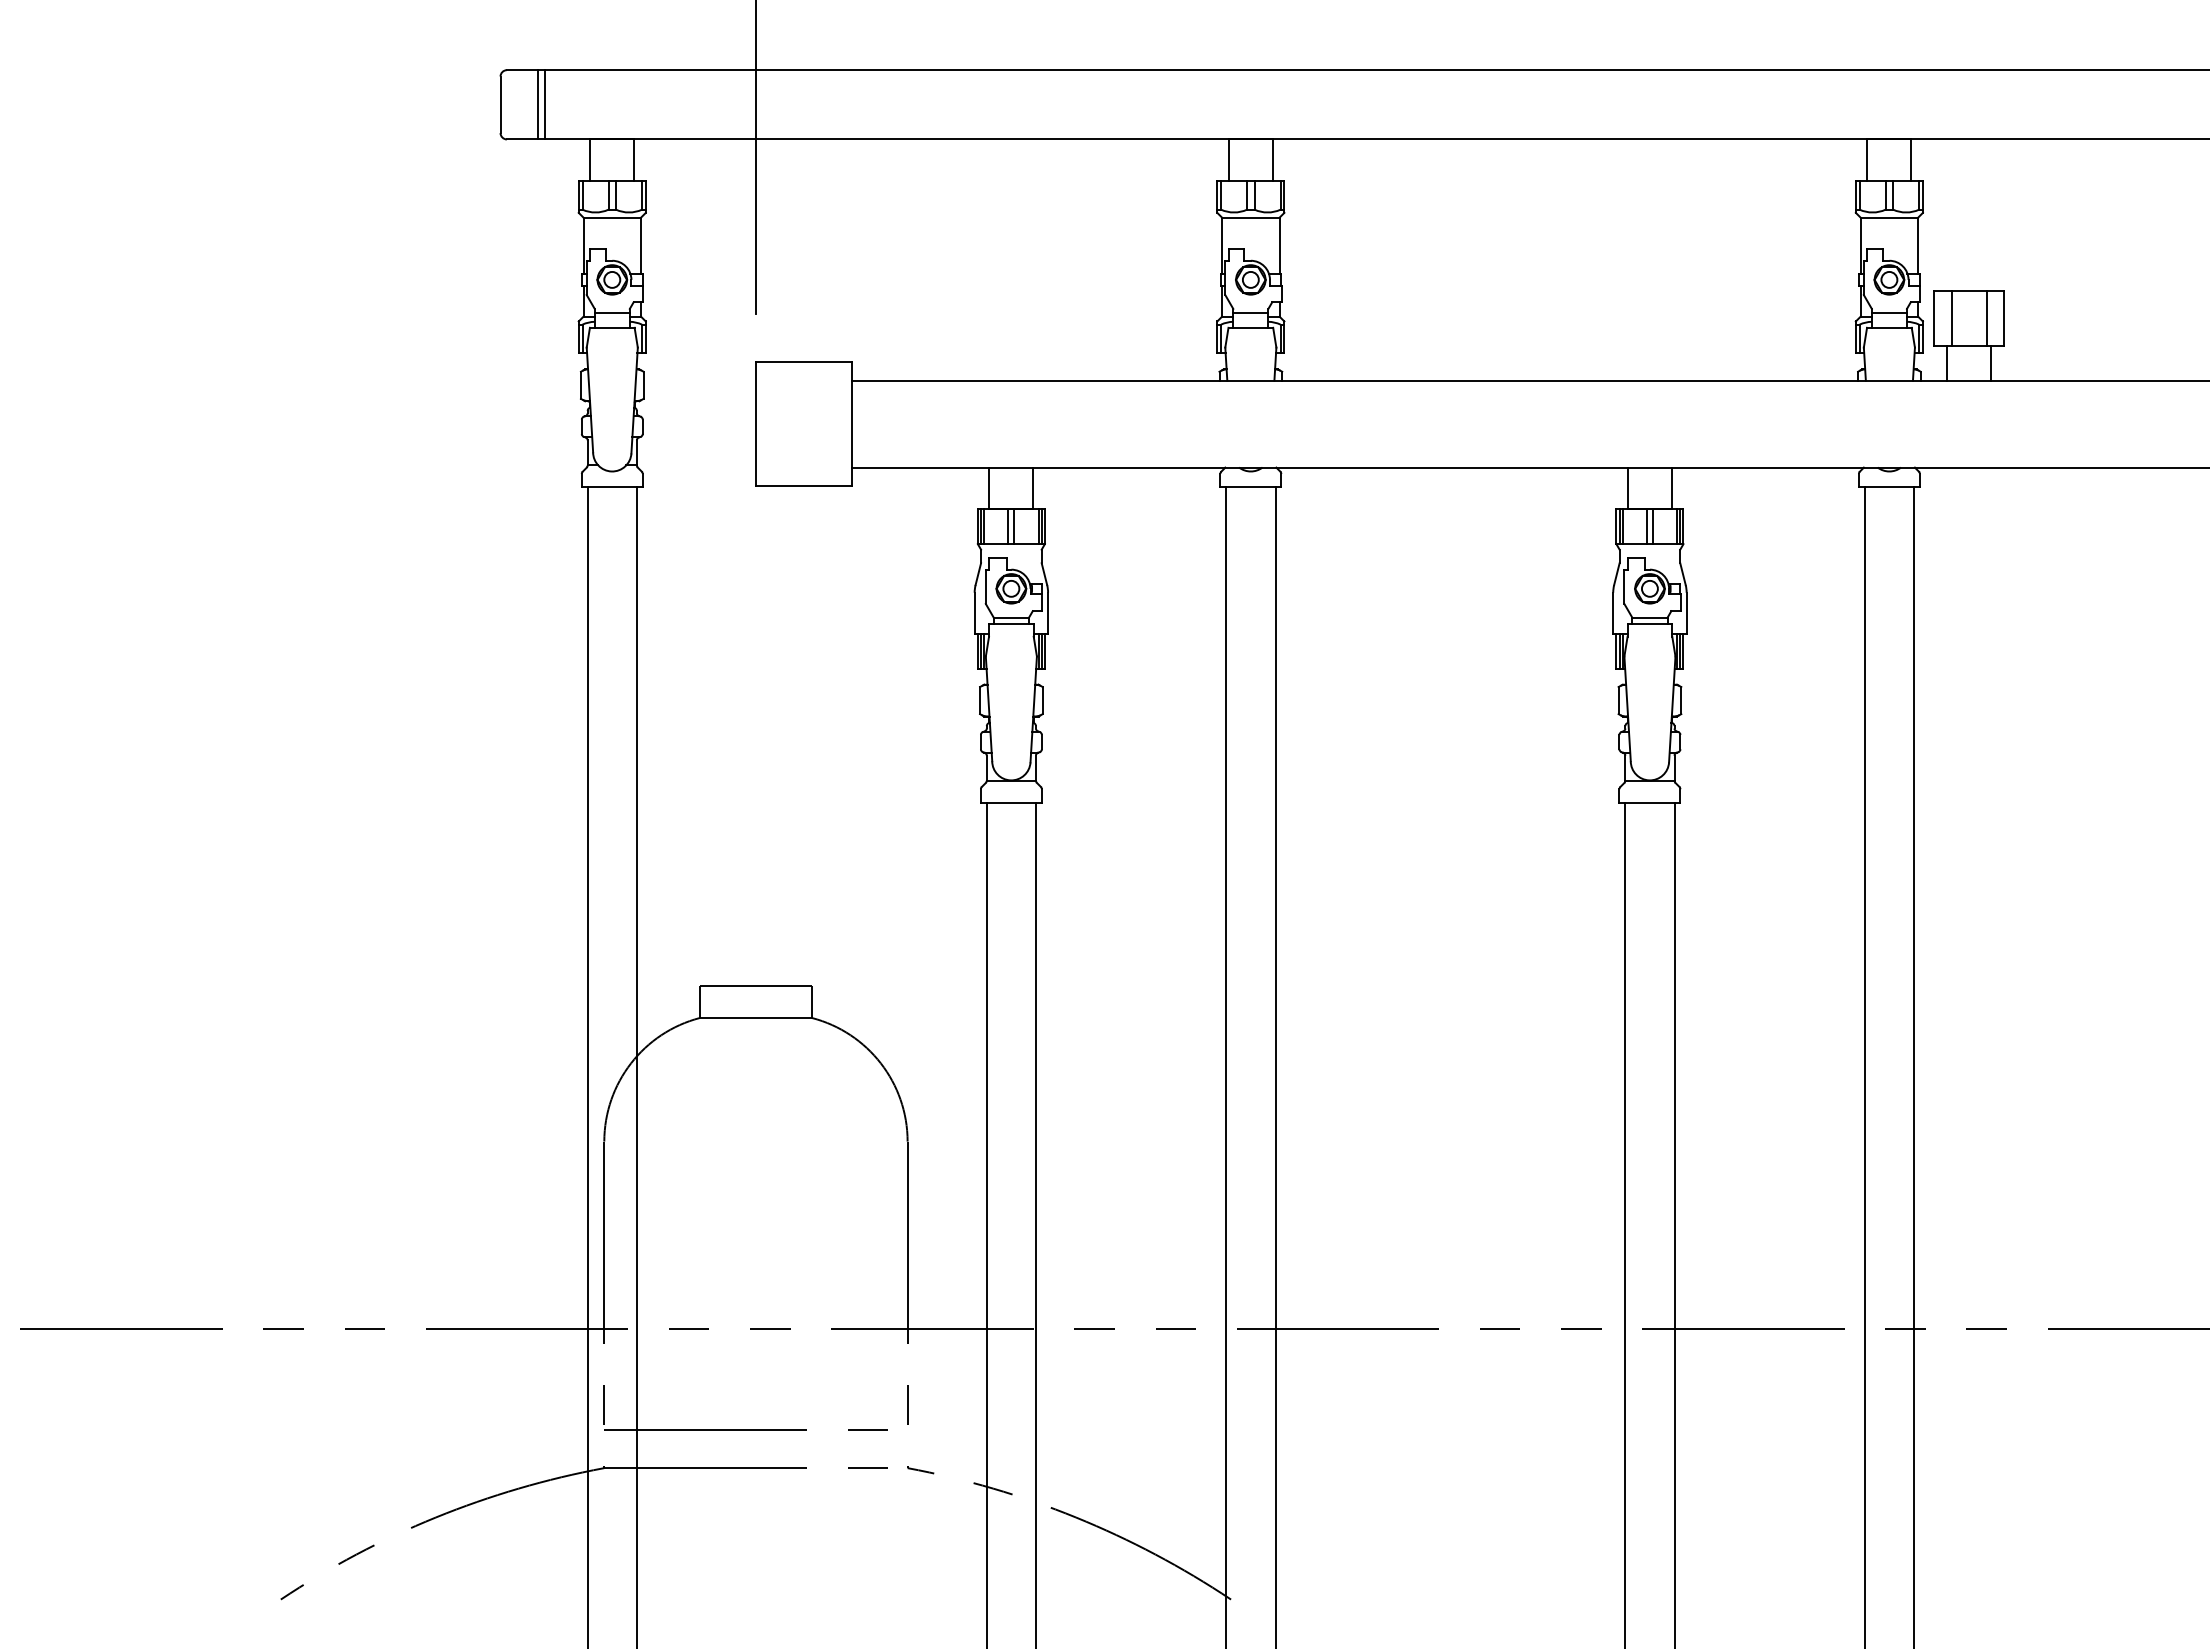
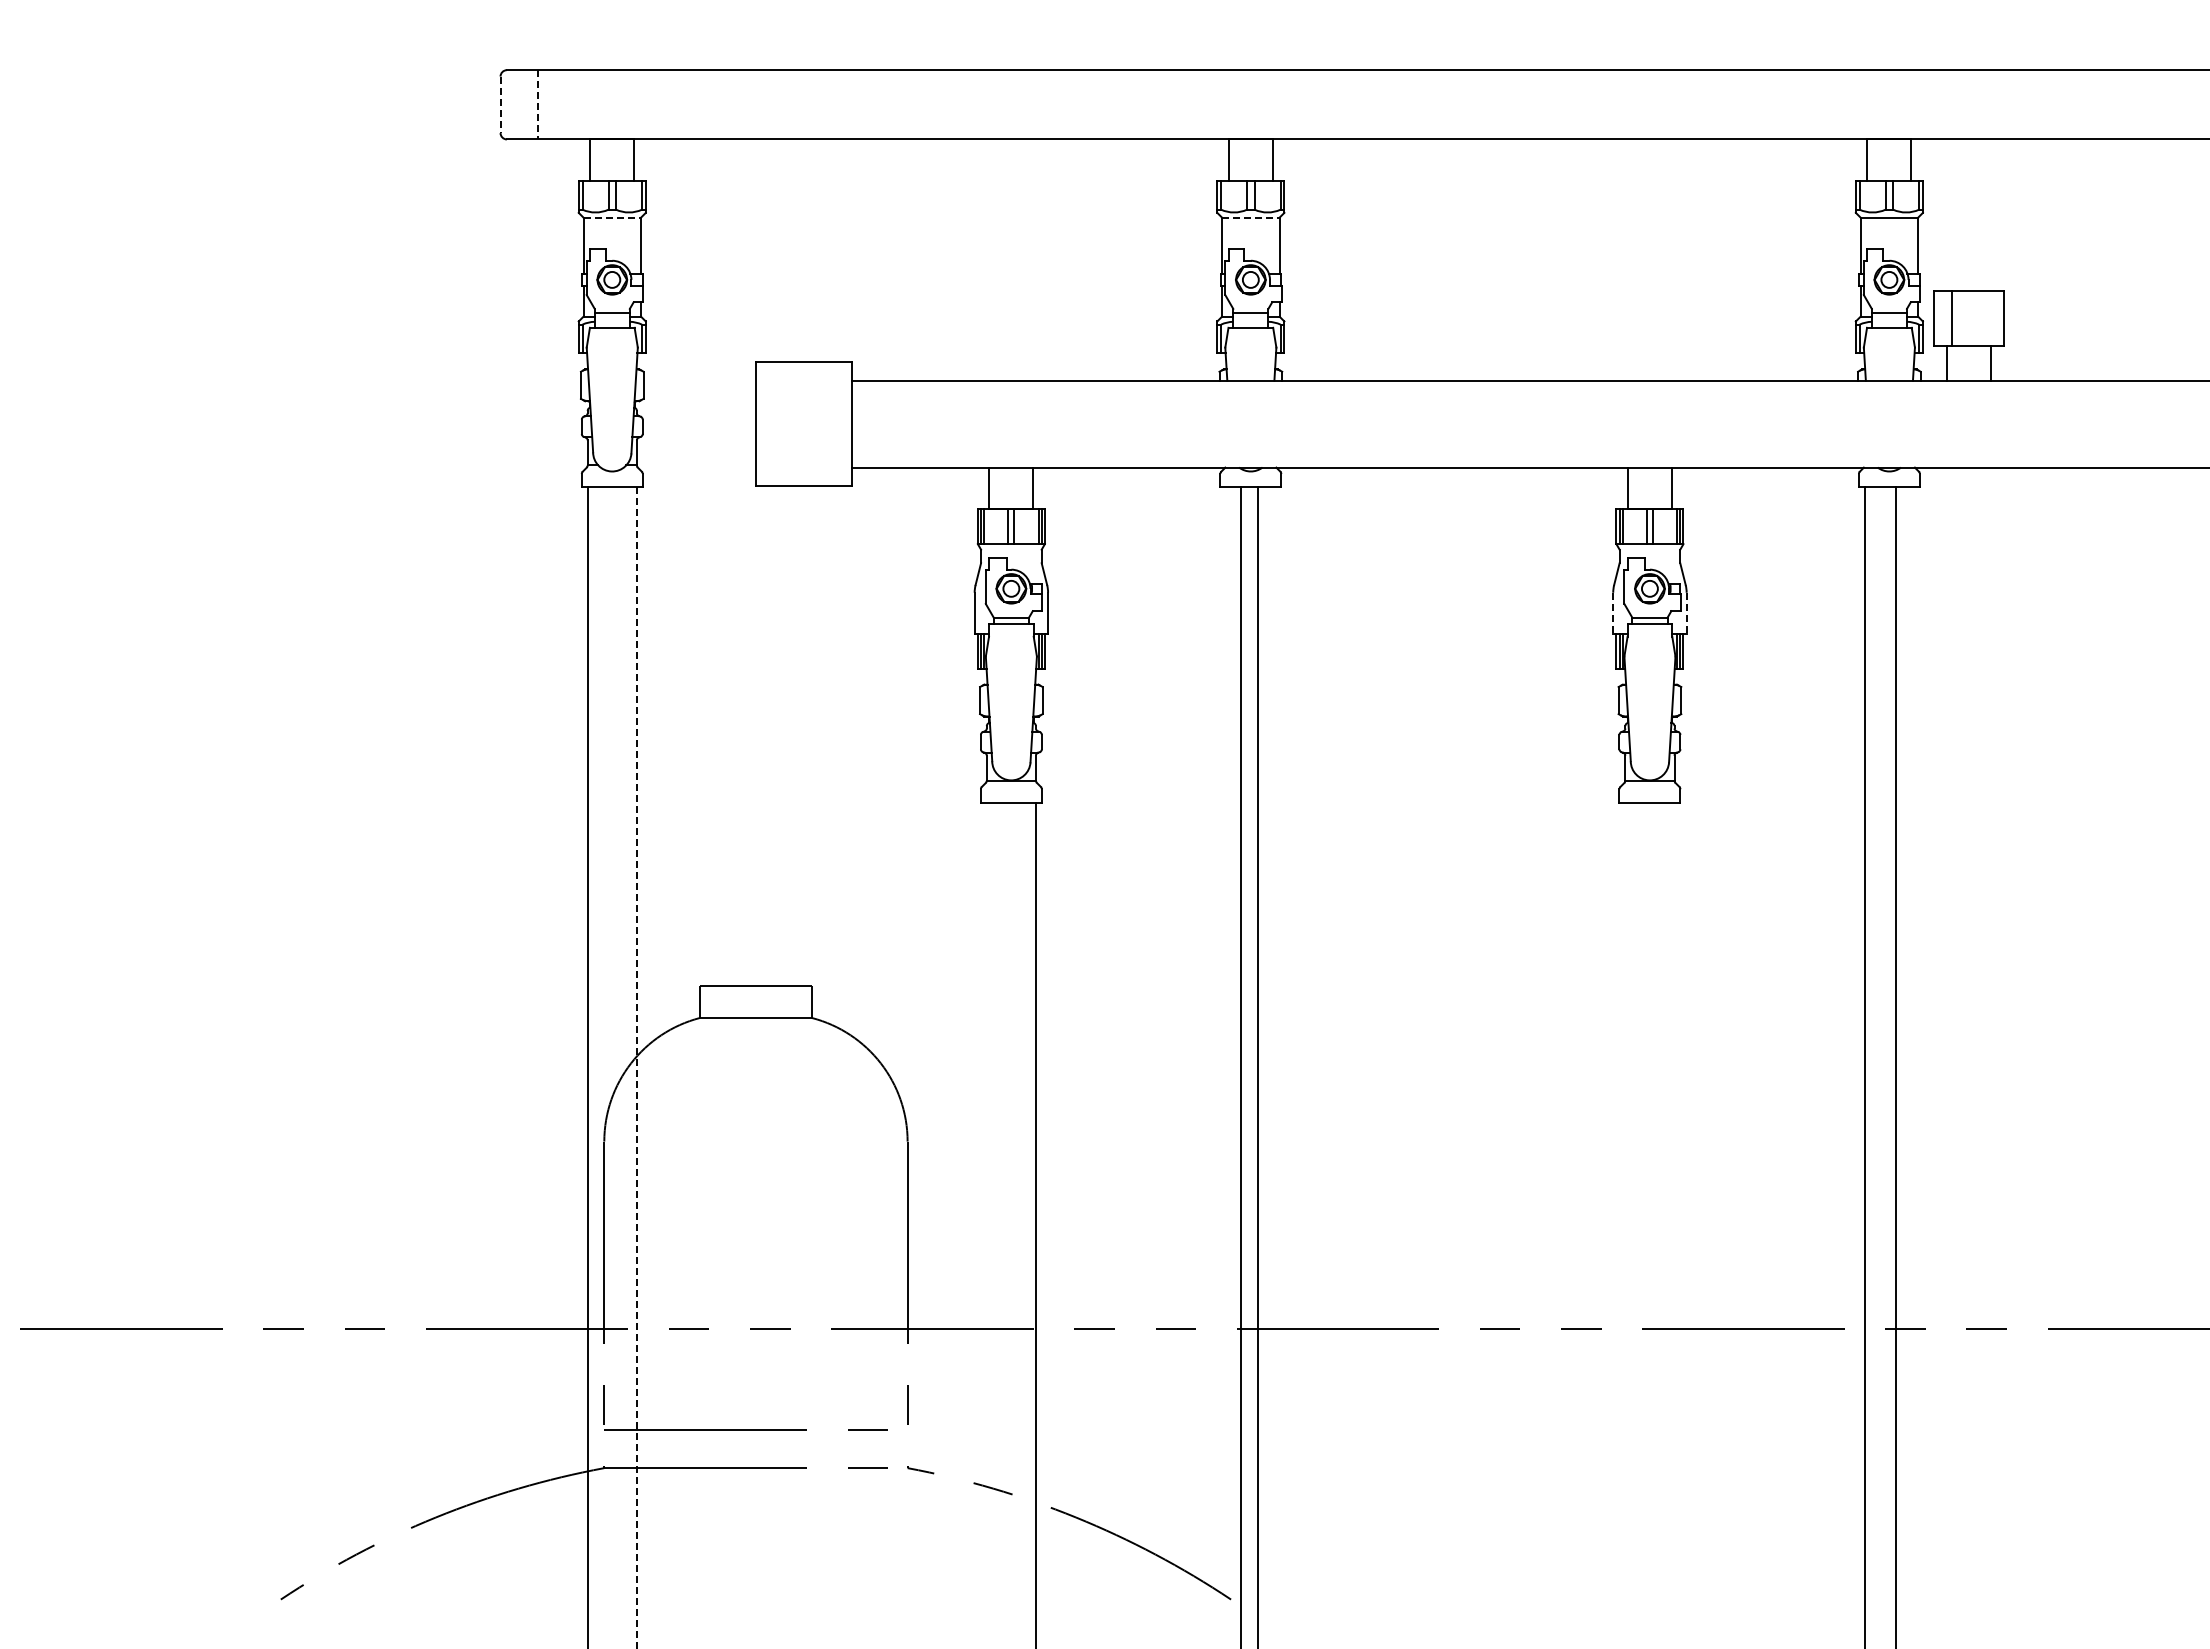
line at (537, 104): solid -> dashed
line at (545, 104): present -> none
line at (500, 105): solid -> dashed
line at (755, 157): present -> none
line at (612, 217): solid -> dashed
line at (1250, 217): solid -> dashed
line at (1986, 318): present -> none
line at (1613, 613): solid -> dashed
line at (1686, 613): solid -> dashed
line at (1226, 1066) position: (1226, 1066) -> (1258, 1066)
line at (1275, 1066) position: (1275, 1066) -> (1240, 1066)
line at (1914, 1066) position: (1914, 1066) -> (1896, 1066)
line at (637, 1068): solid -> dashed
line at (986, 1223): present -> none
line at (1625, 1223): present -> none
line at (1674, 1223): present -> none
